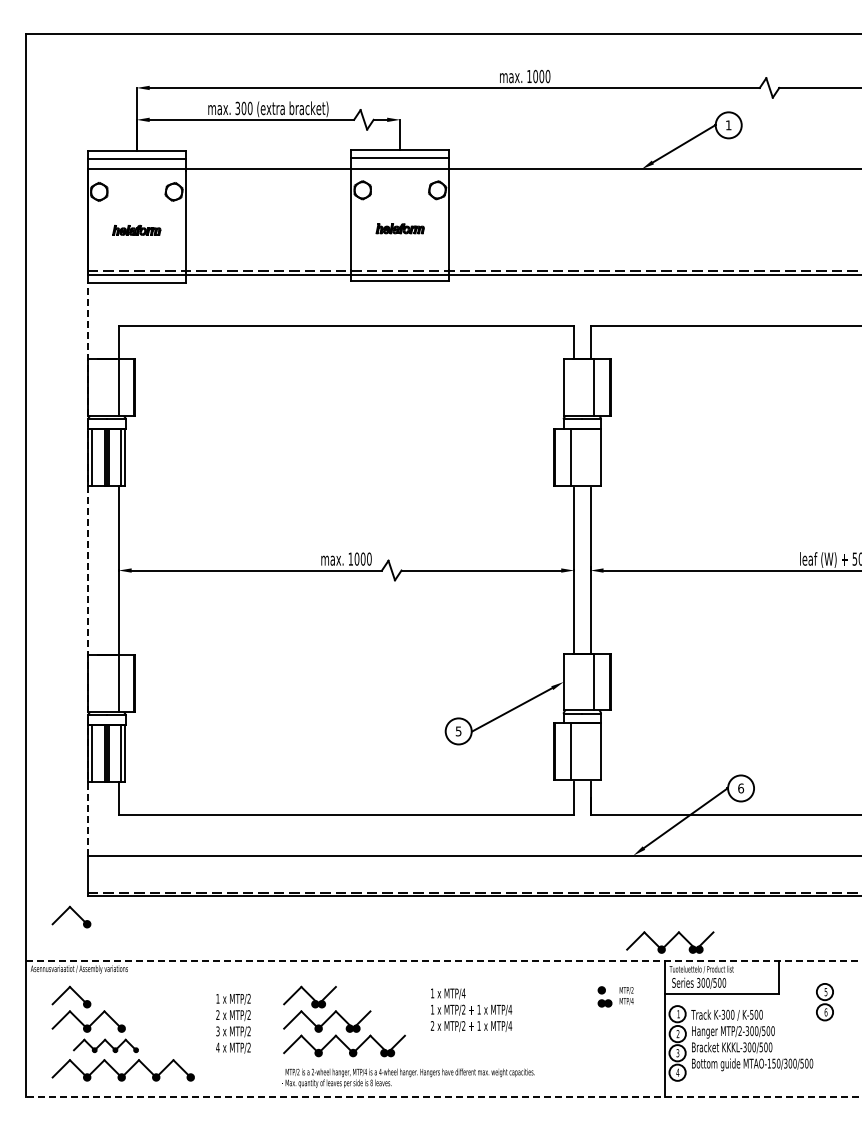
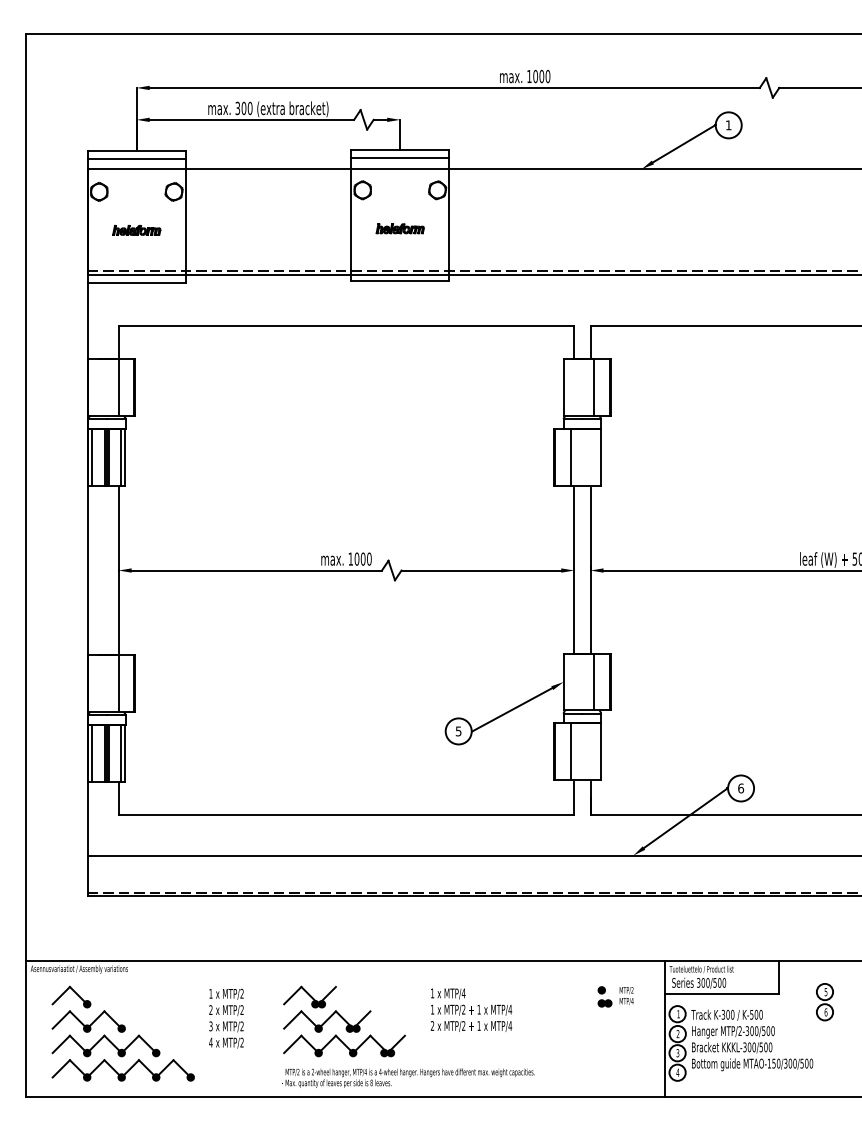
line at (87, 568): dashed -> solid
part at (71, 916): present -> none
part at (670, 942): present -> none
line at (443, 961): dashed -> solid
text at (233, 1023) position: (233, 1023) -> (226, 1018)
part at (105, 1045) size: 66x16 px -> 110x24 px
line at (443, 1097): dashed -> solid
